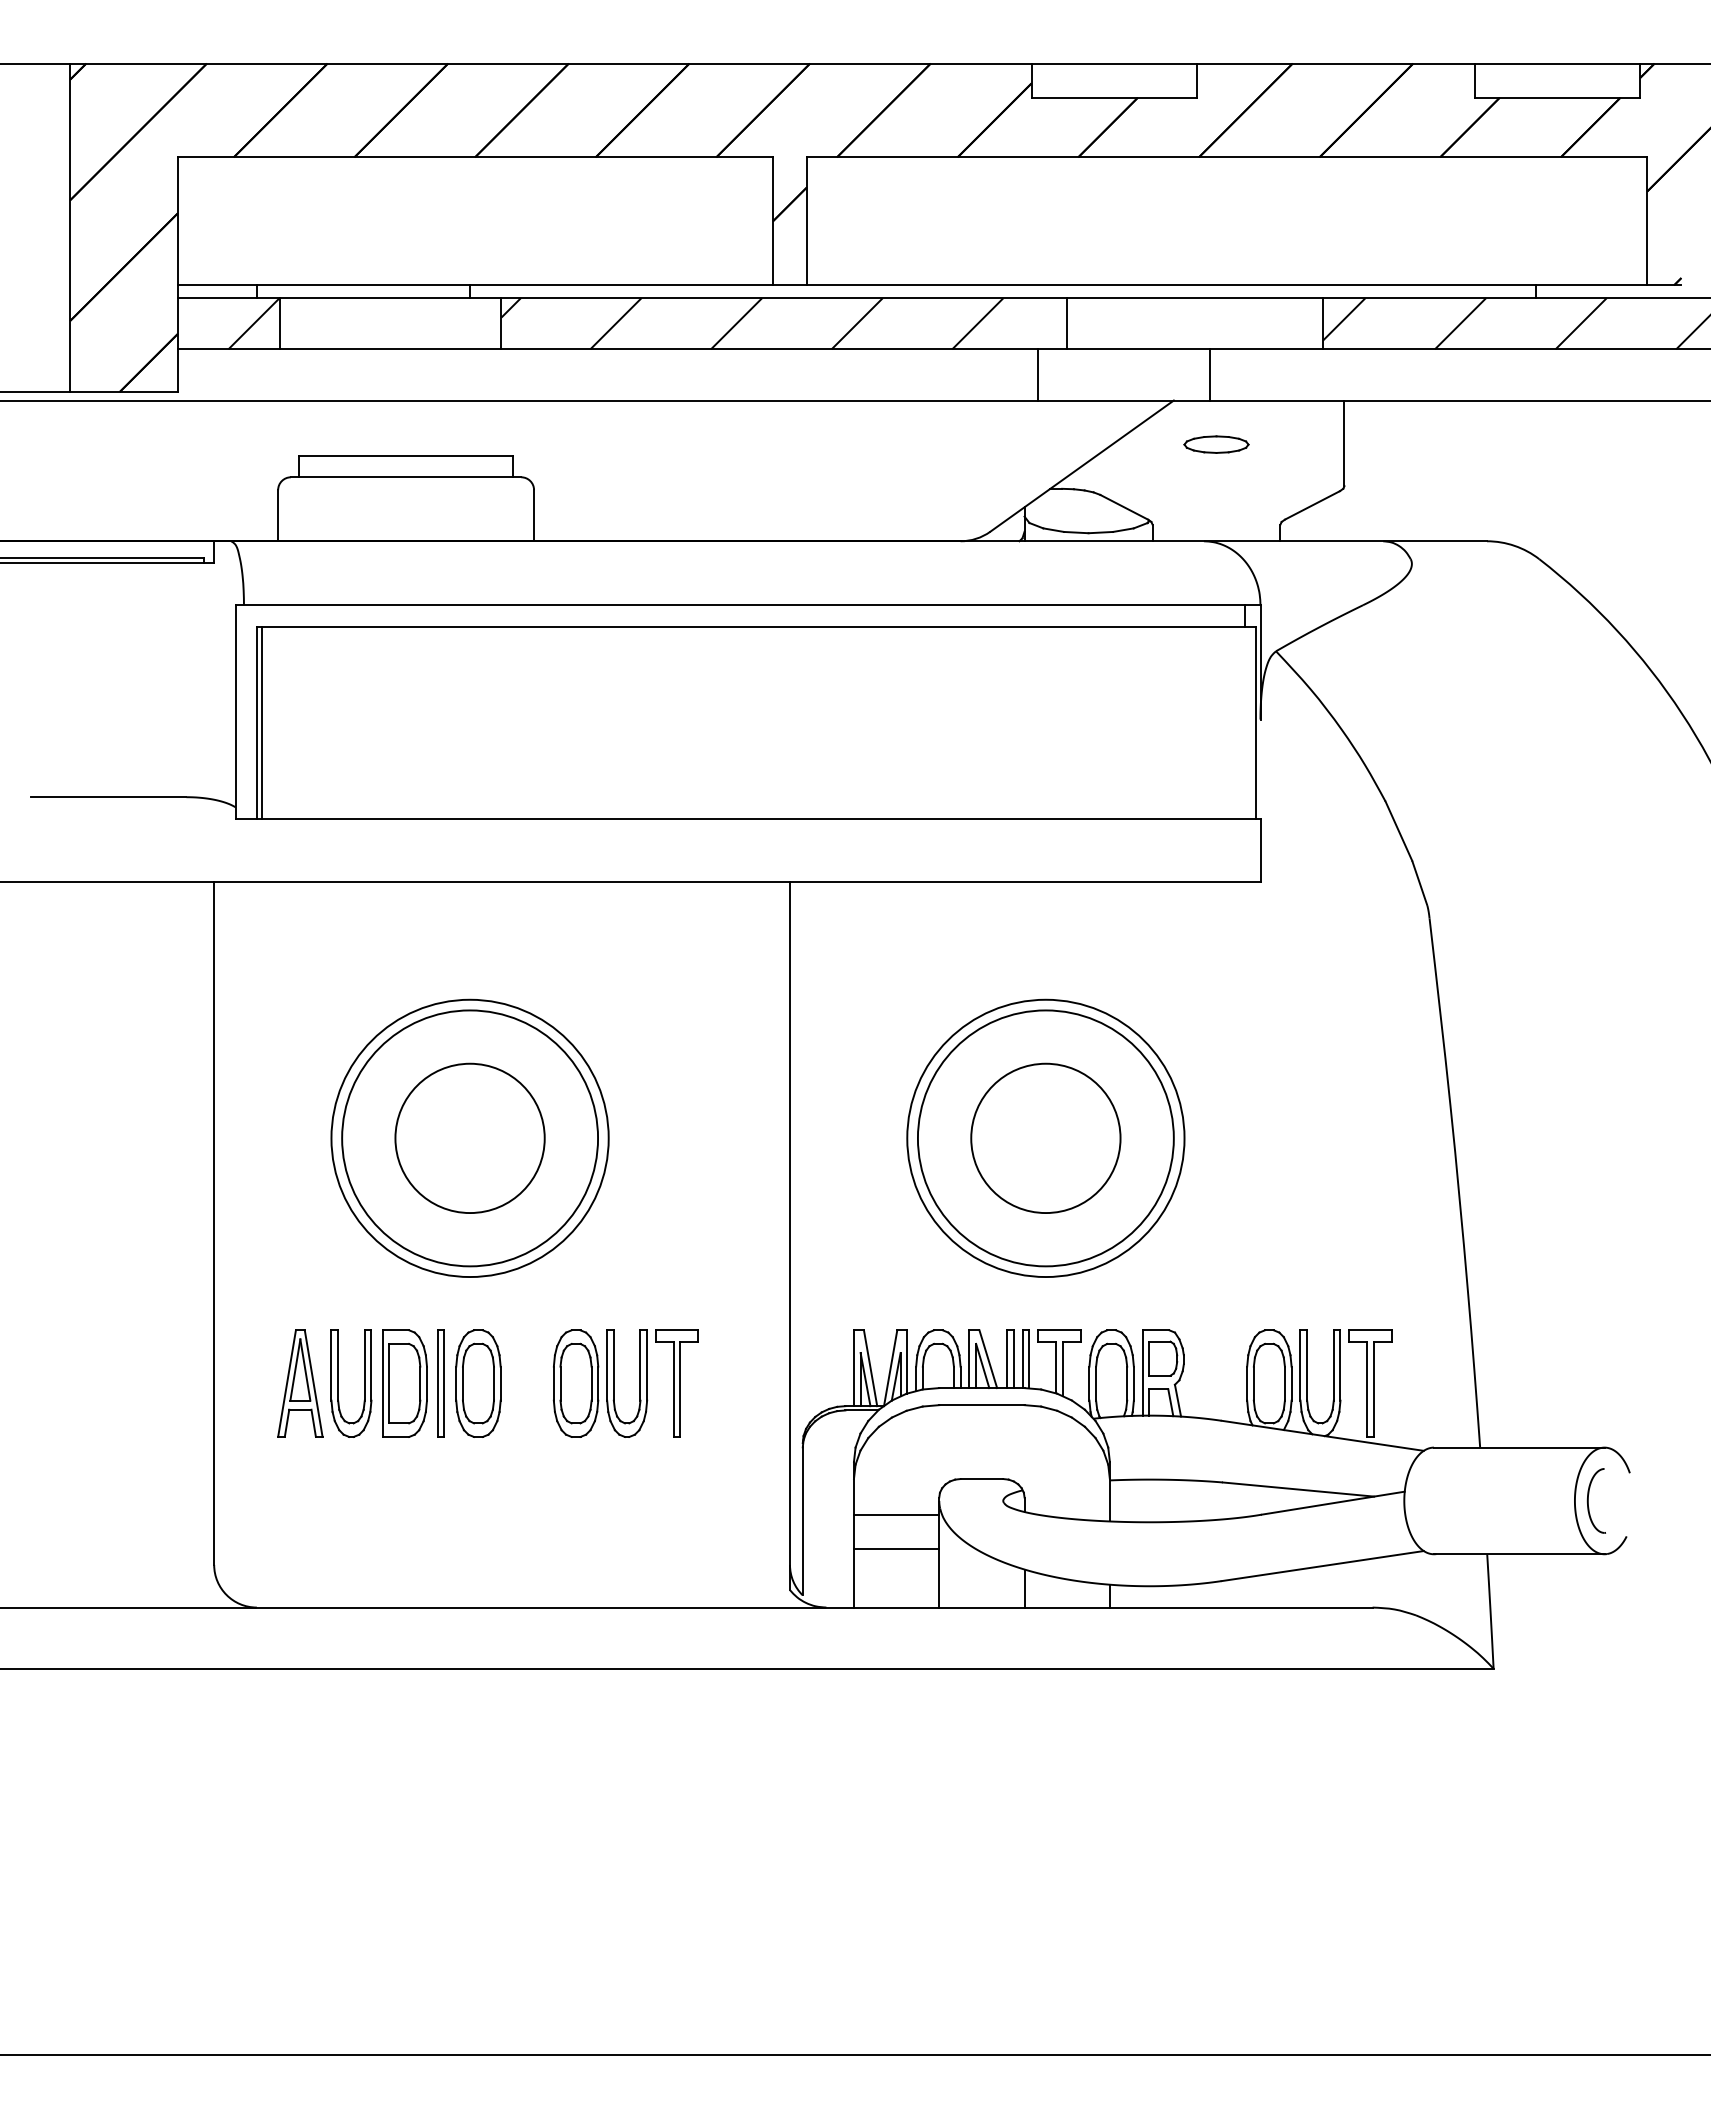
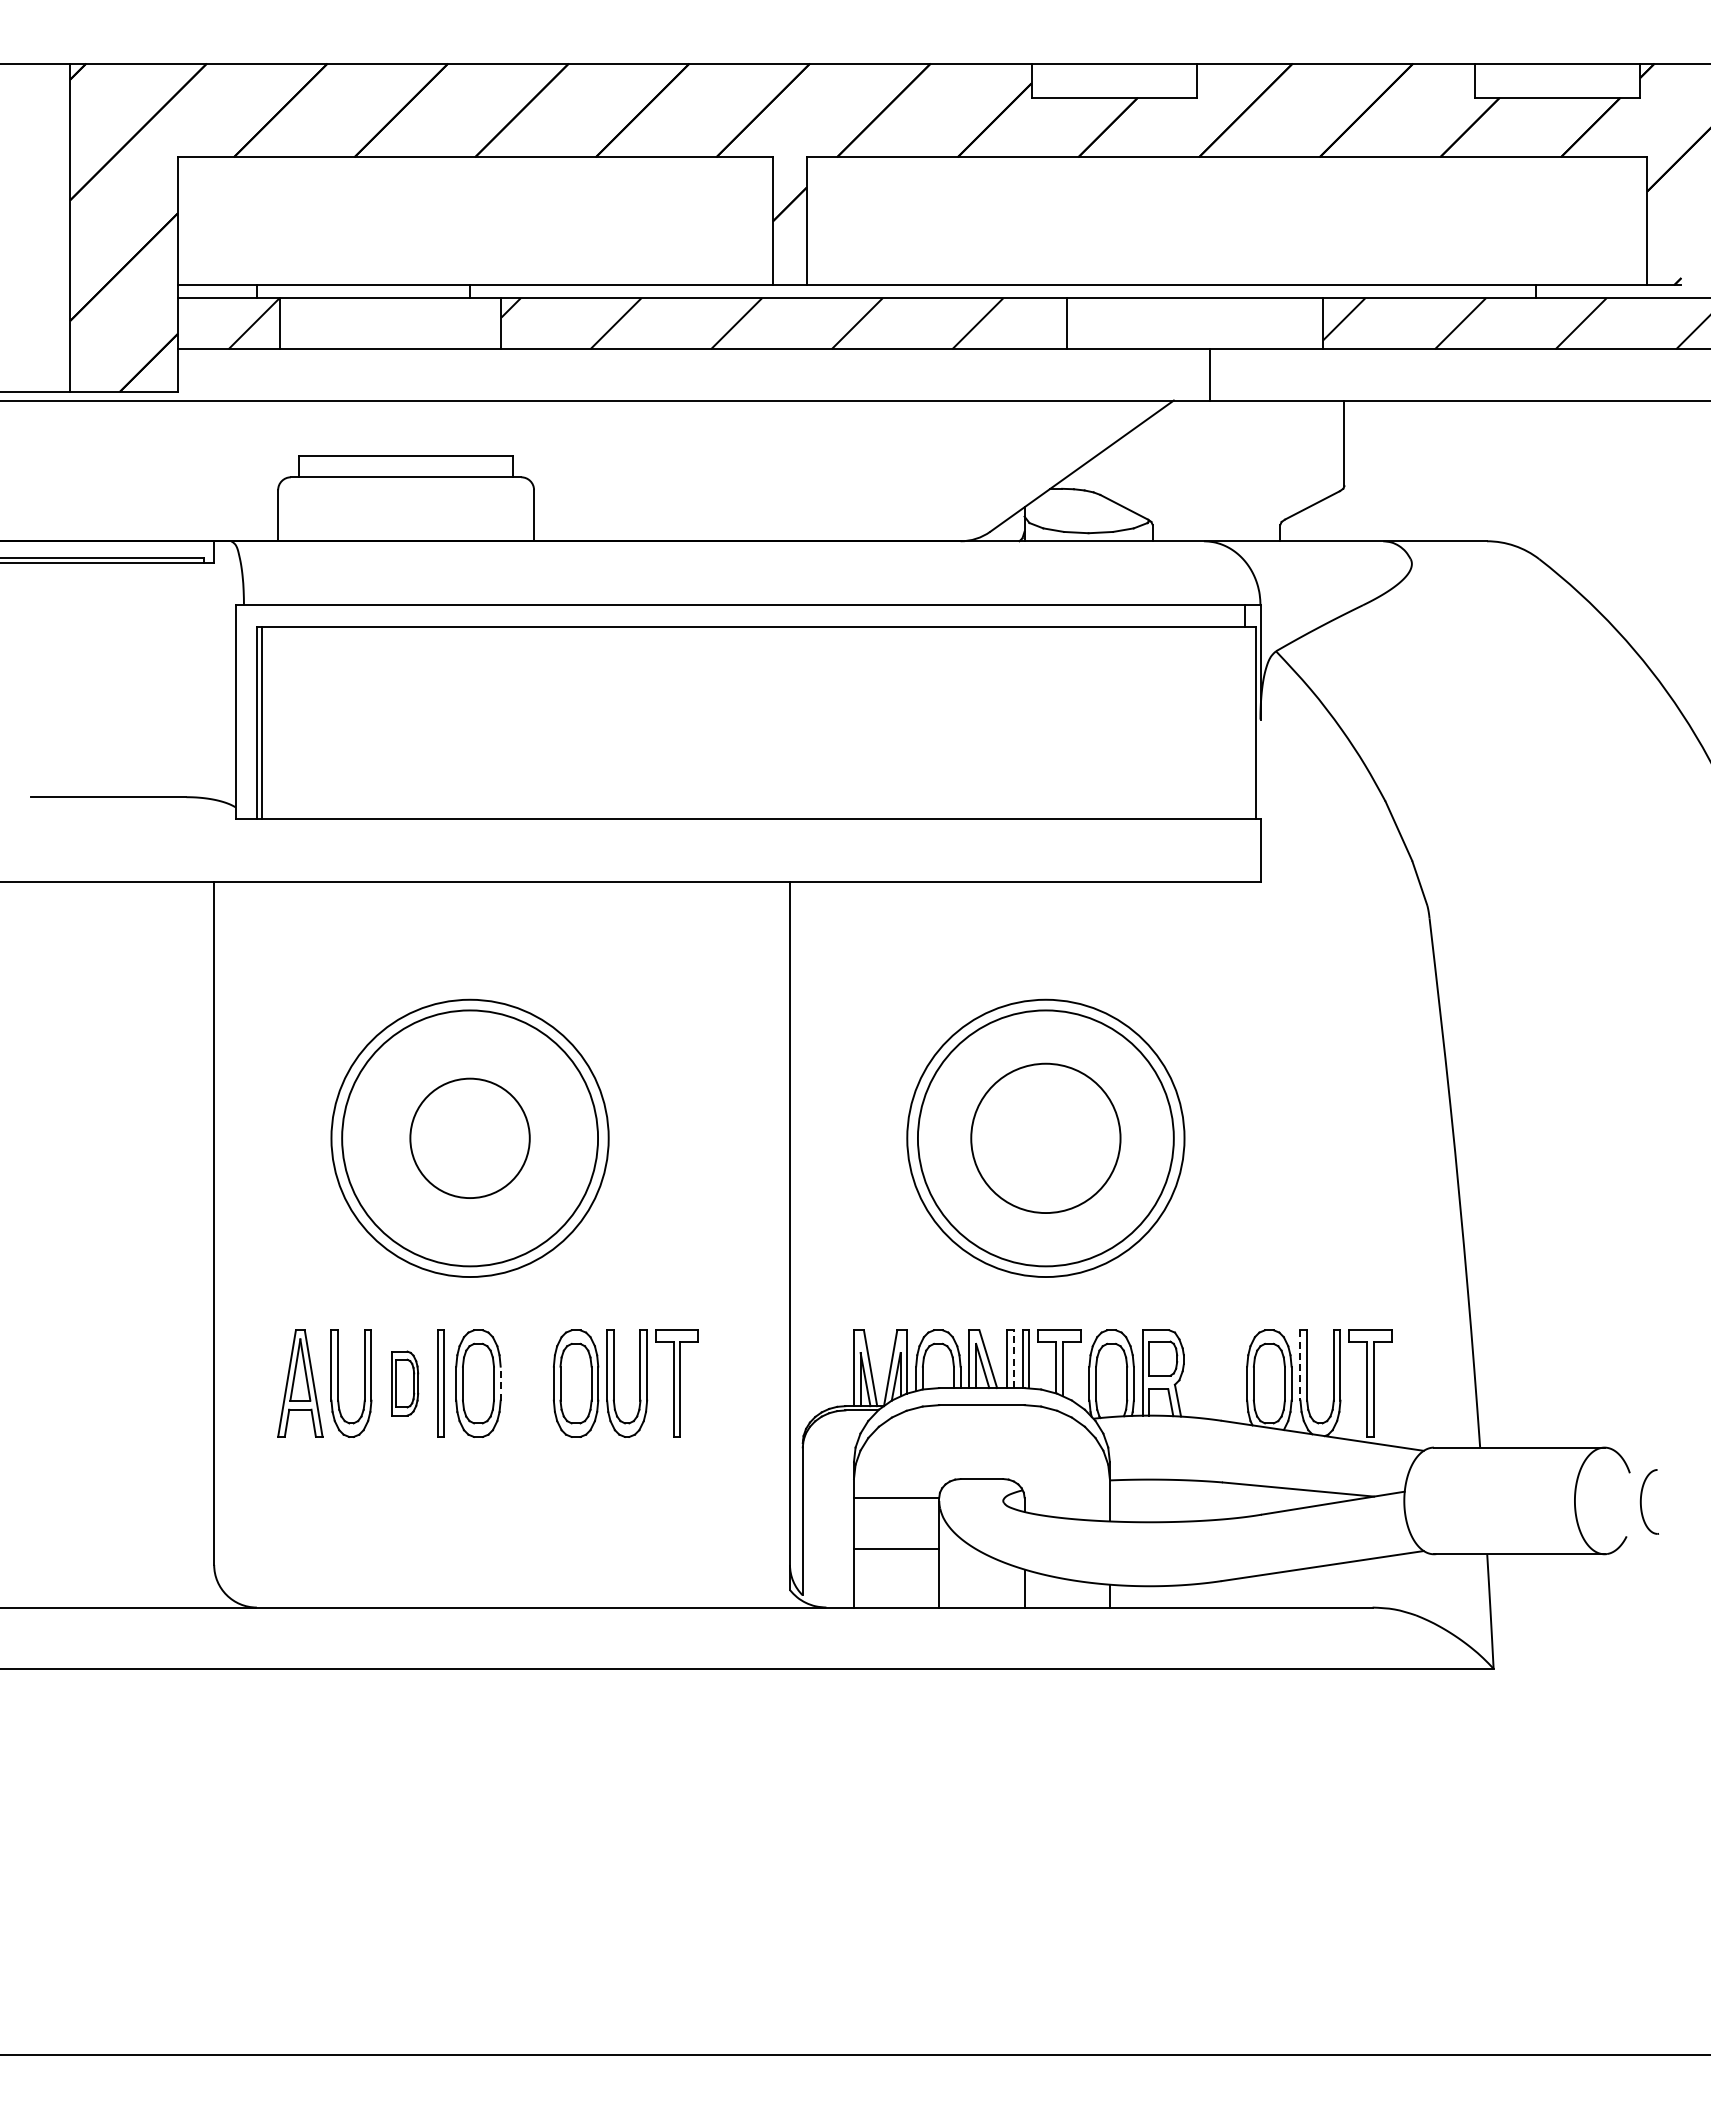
line at (1037, 374): present -> none
part at (1216, 444): present -> none
circle at (469, 1138) diameter: 149 px -> 119 px
line at (1013, 1359): solid -> dashed
line at (1300, 1366): solid -> dashed
part at (404, 1383) size: 46x109 px -> 29x67 px
line at (500, 1383): solid -> dashed
part at (1588, 1500) position: (1588, 1500) -> (1641, 1501)
line at (896, 1514) position: (896, 1514) -> (896, 1497)
